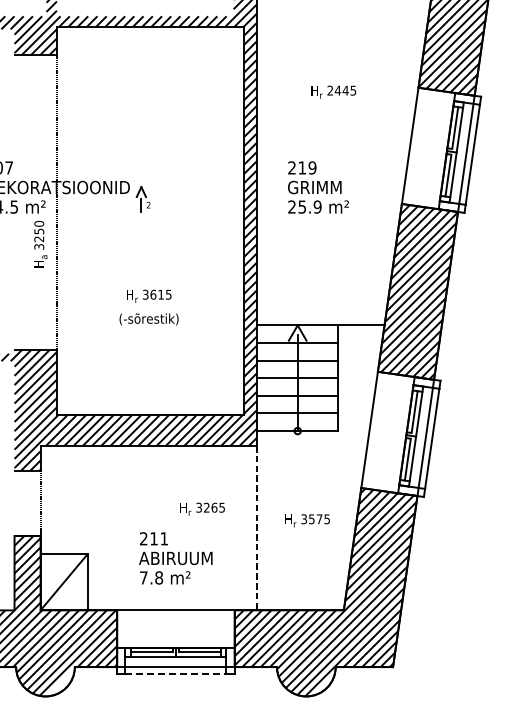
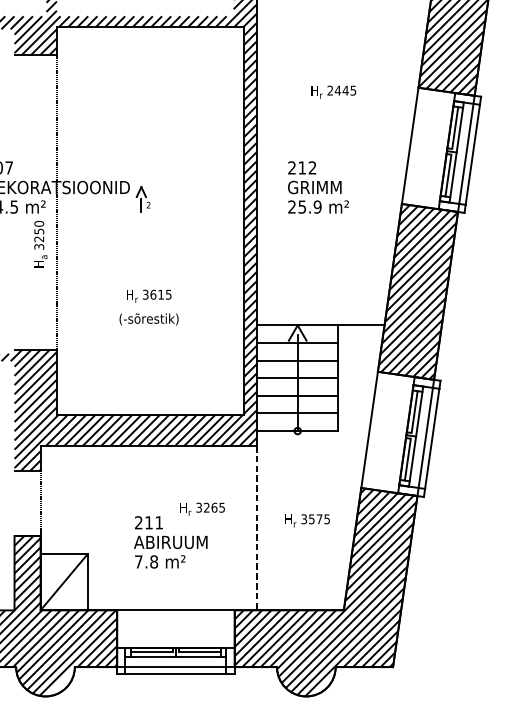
text at (312, 167): 219 -> 212
text at (175, 558) position: (175, 558) -> (170, 542)
line at (175, 673): dashed -> solid
